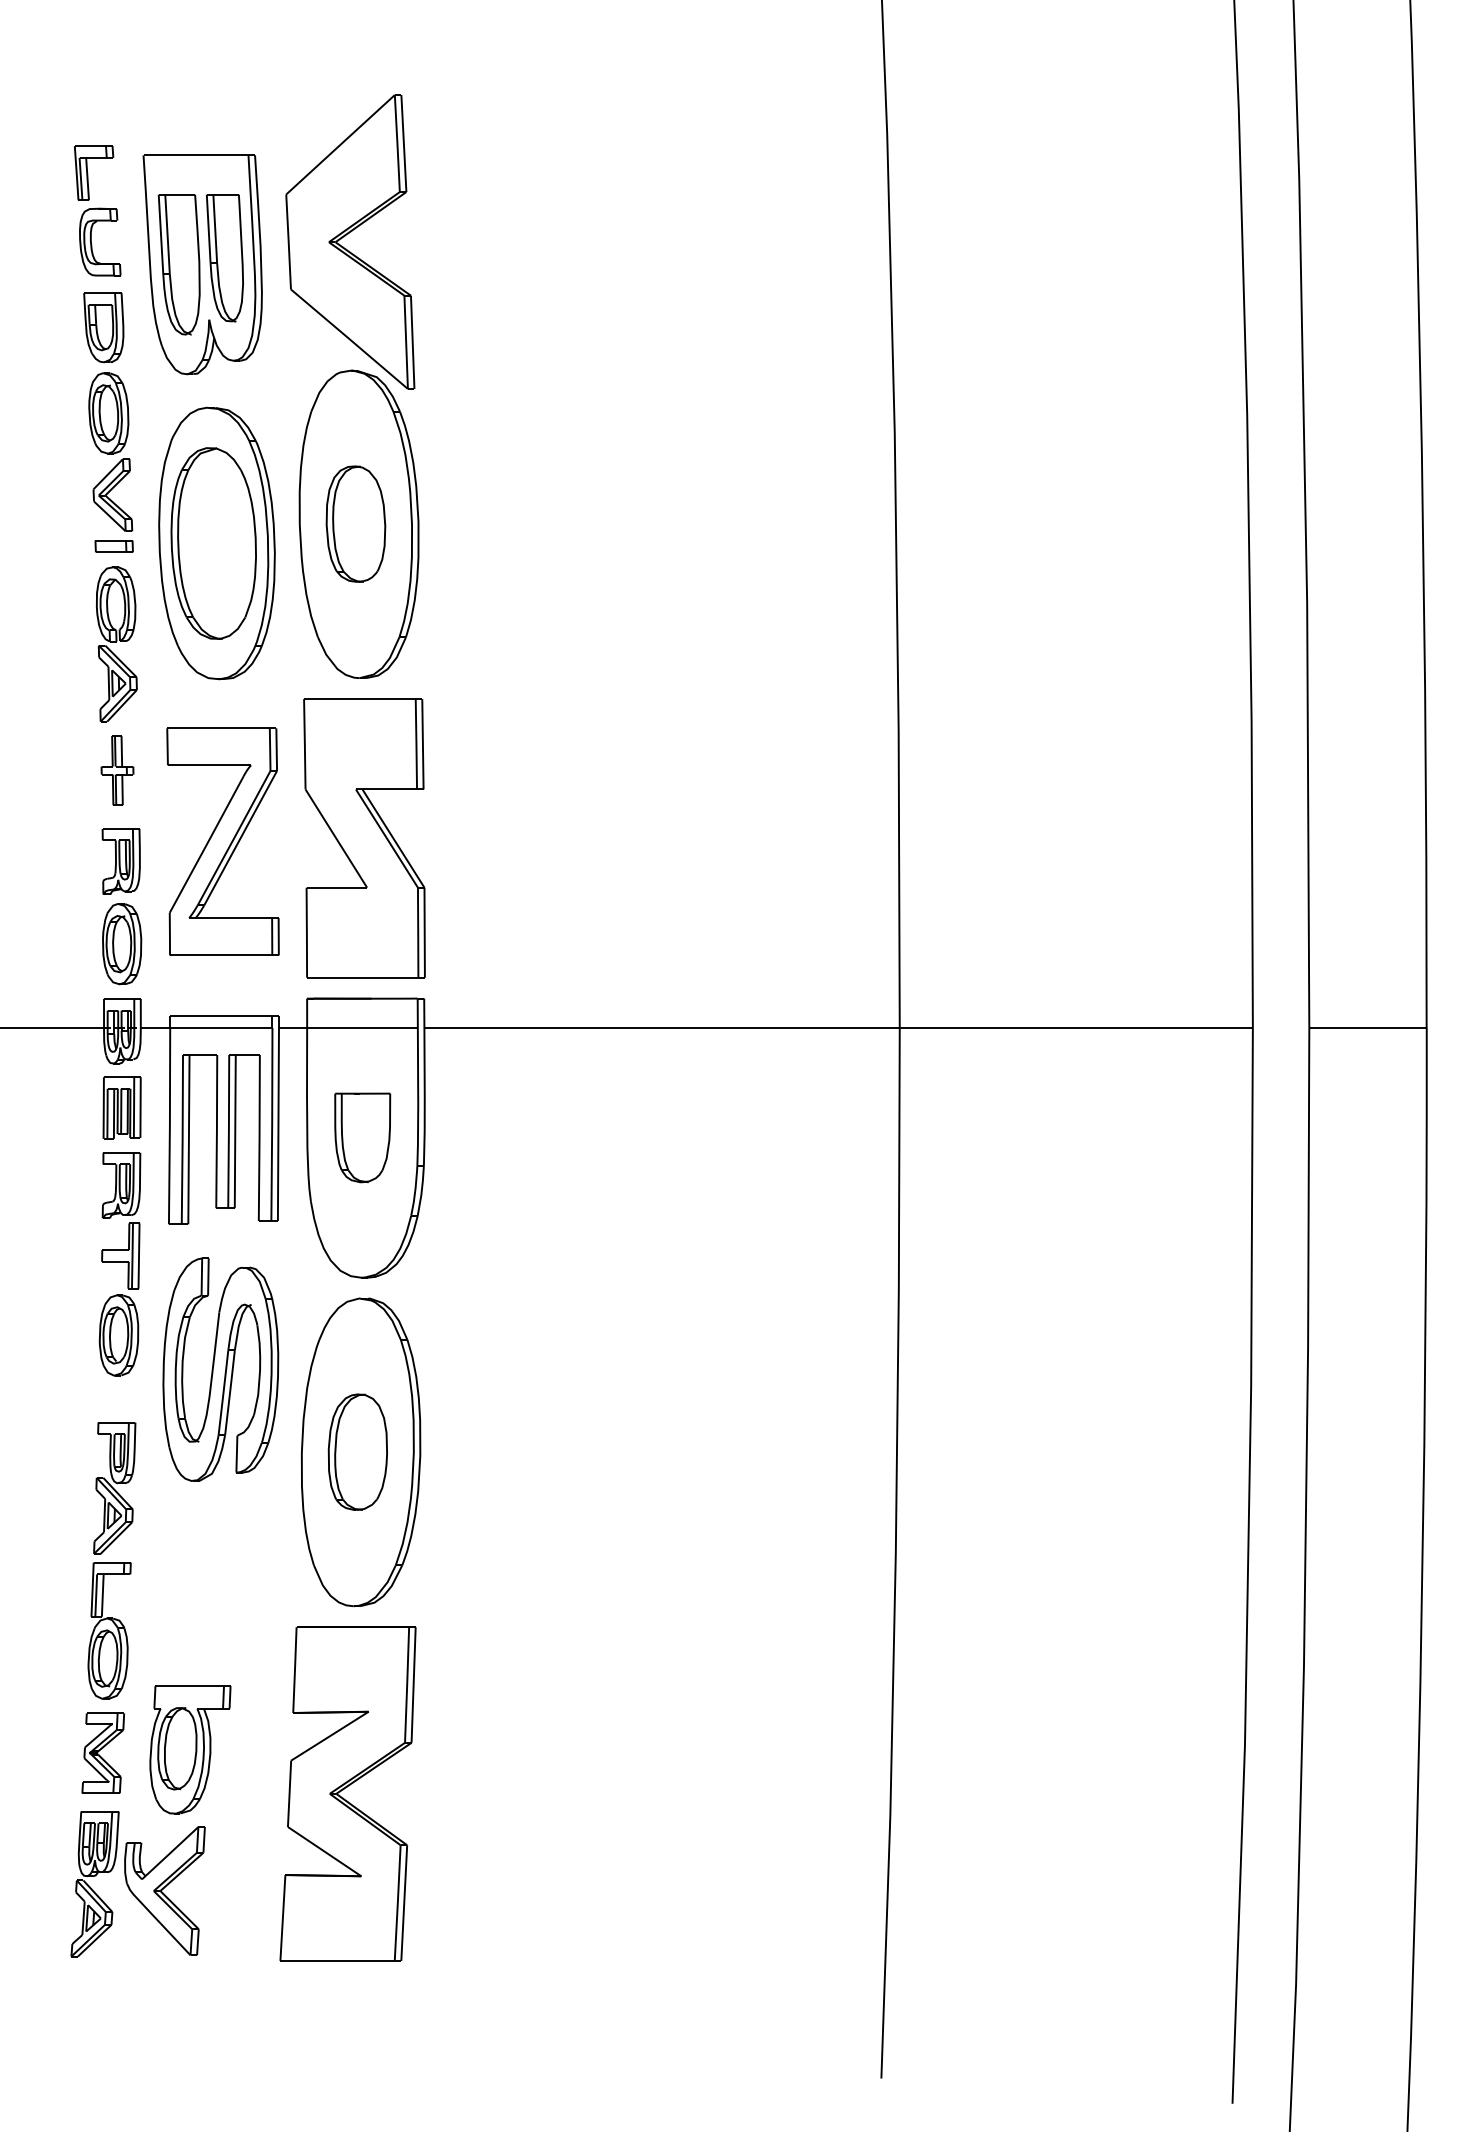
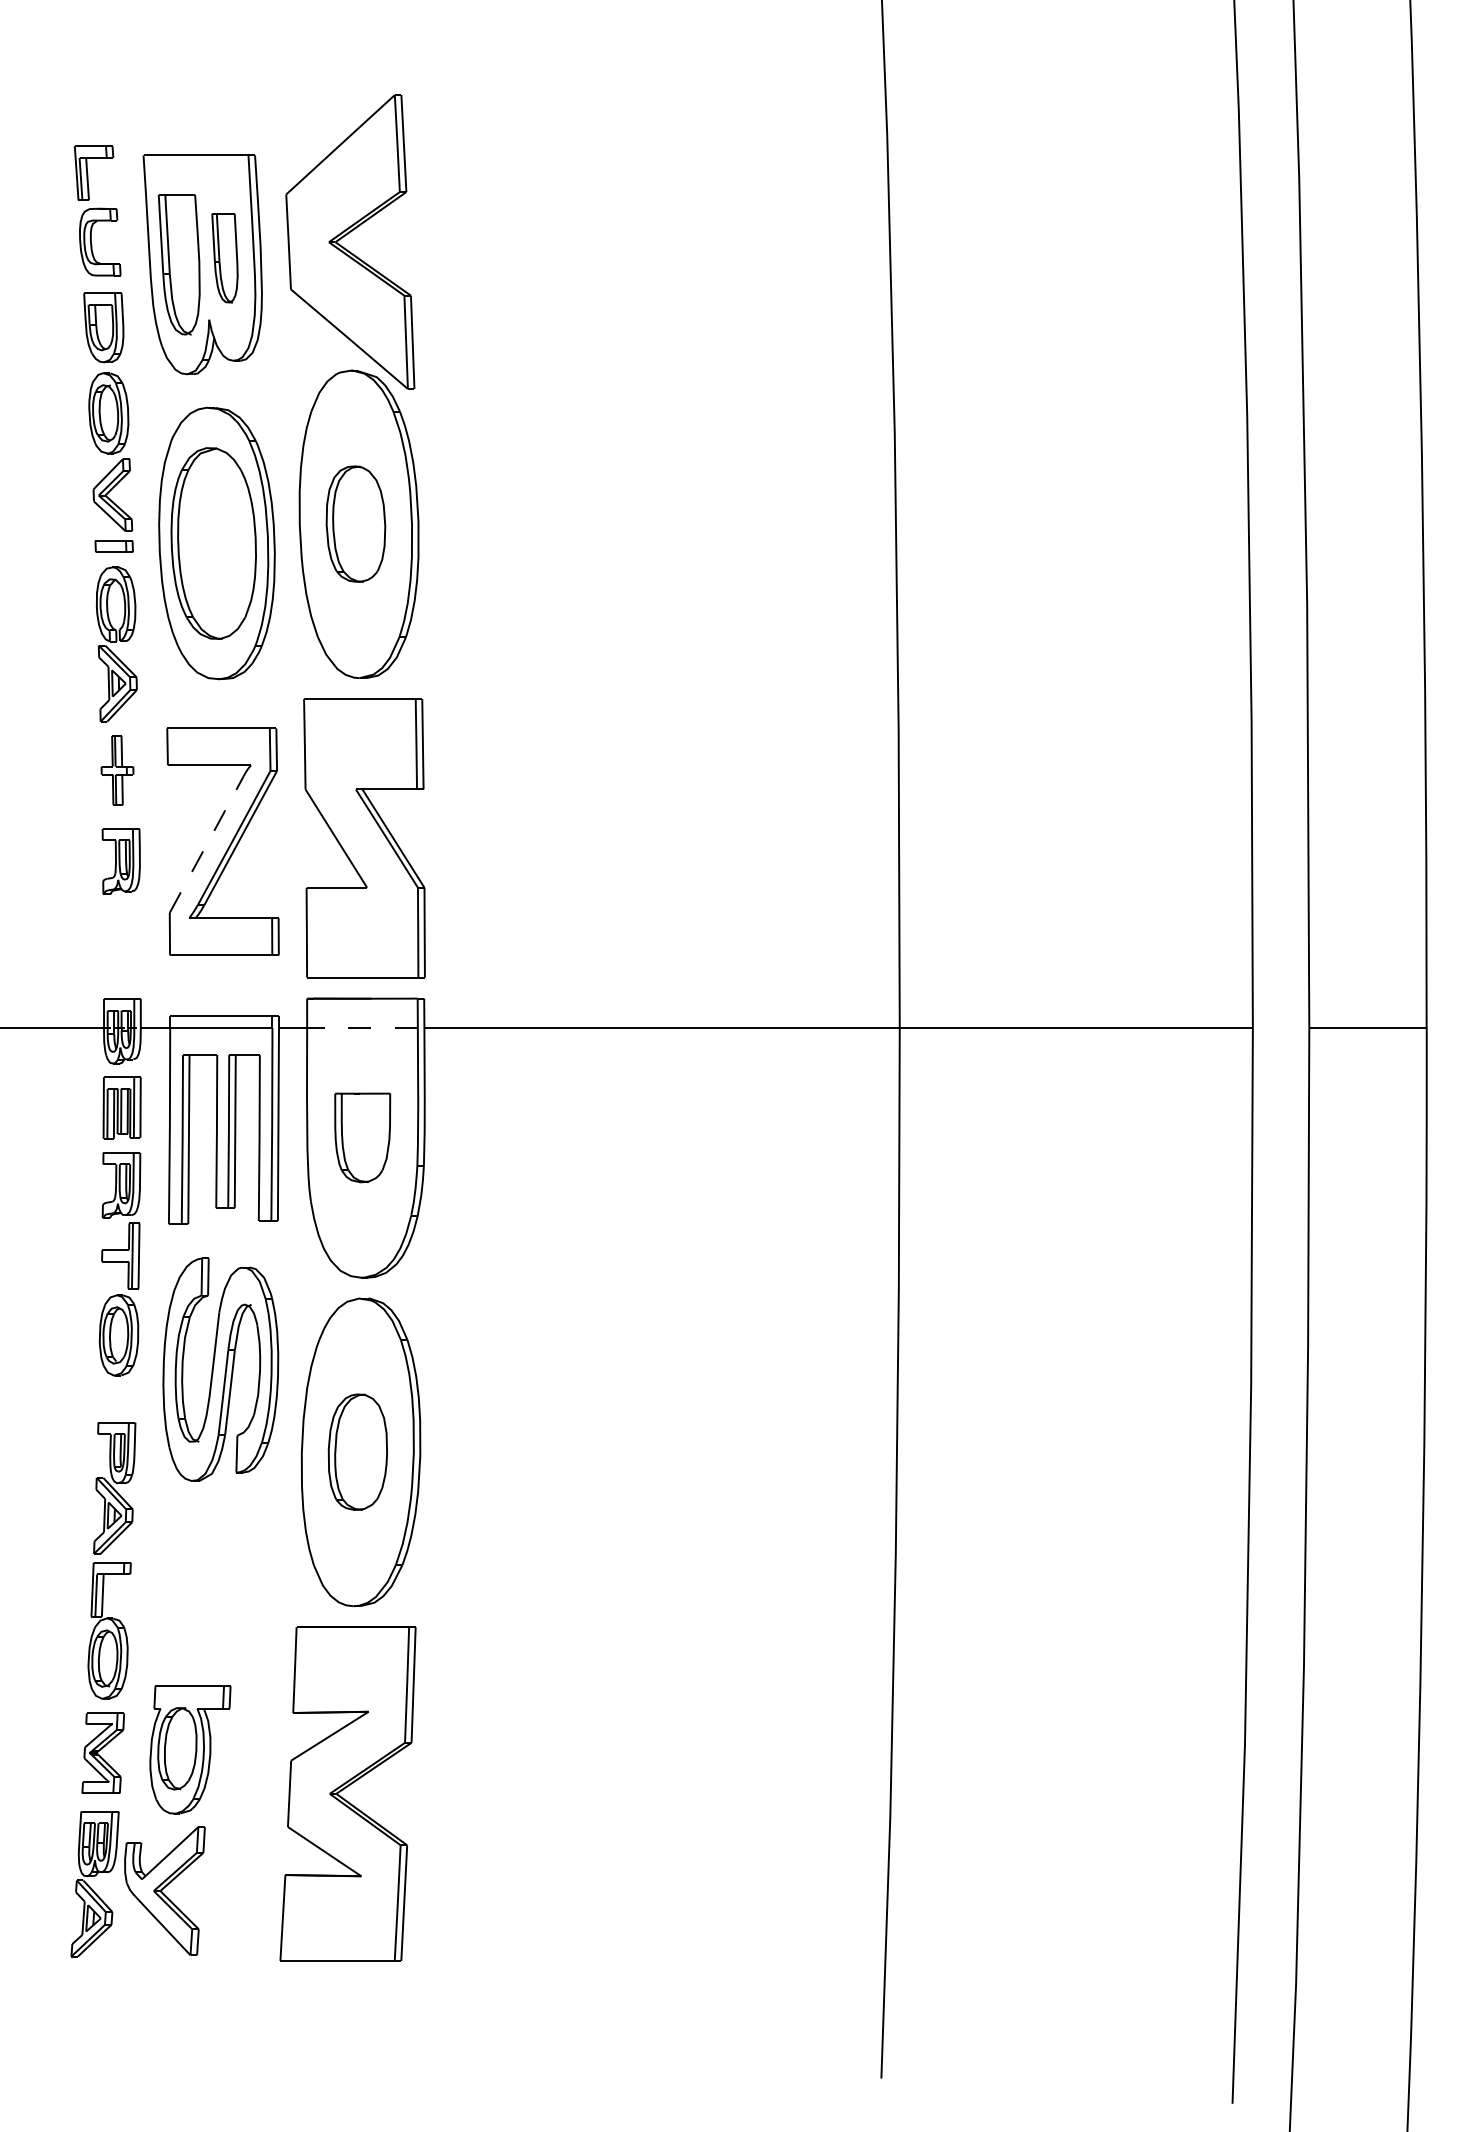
part at (224, 258) size: 38x129 px -> 28x91 px
line at (206, 844): solid -> dashed
part at (122, 944): present -> none
line at (362, 1028): solid -> dashed
